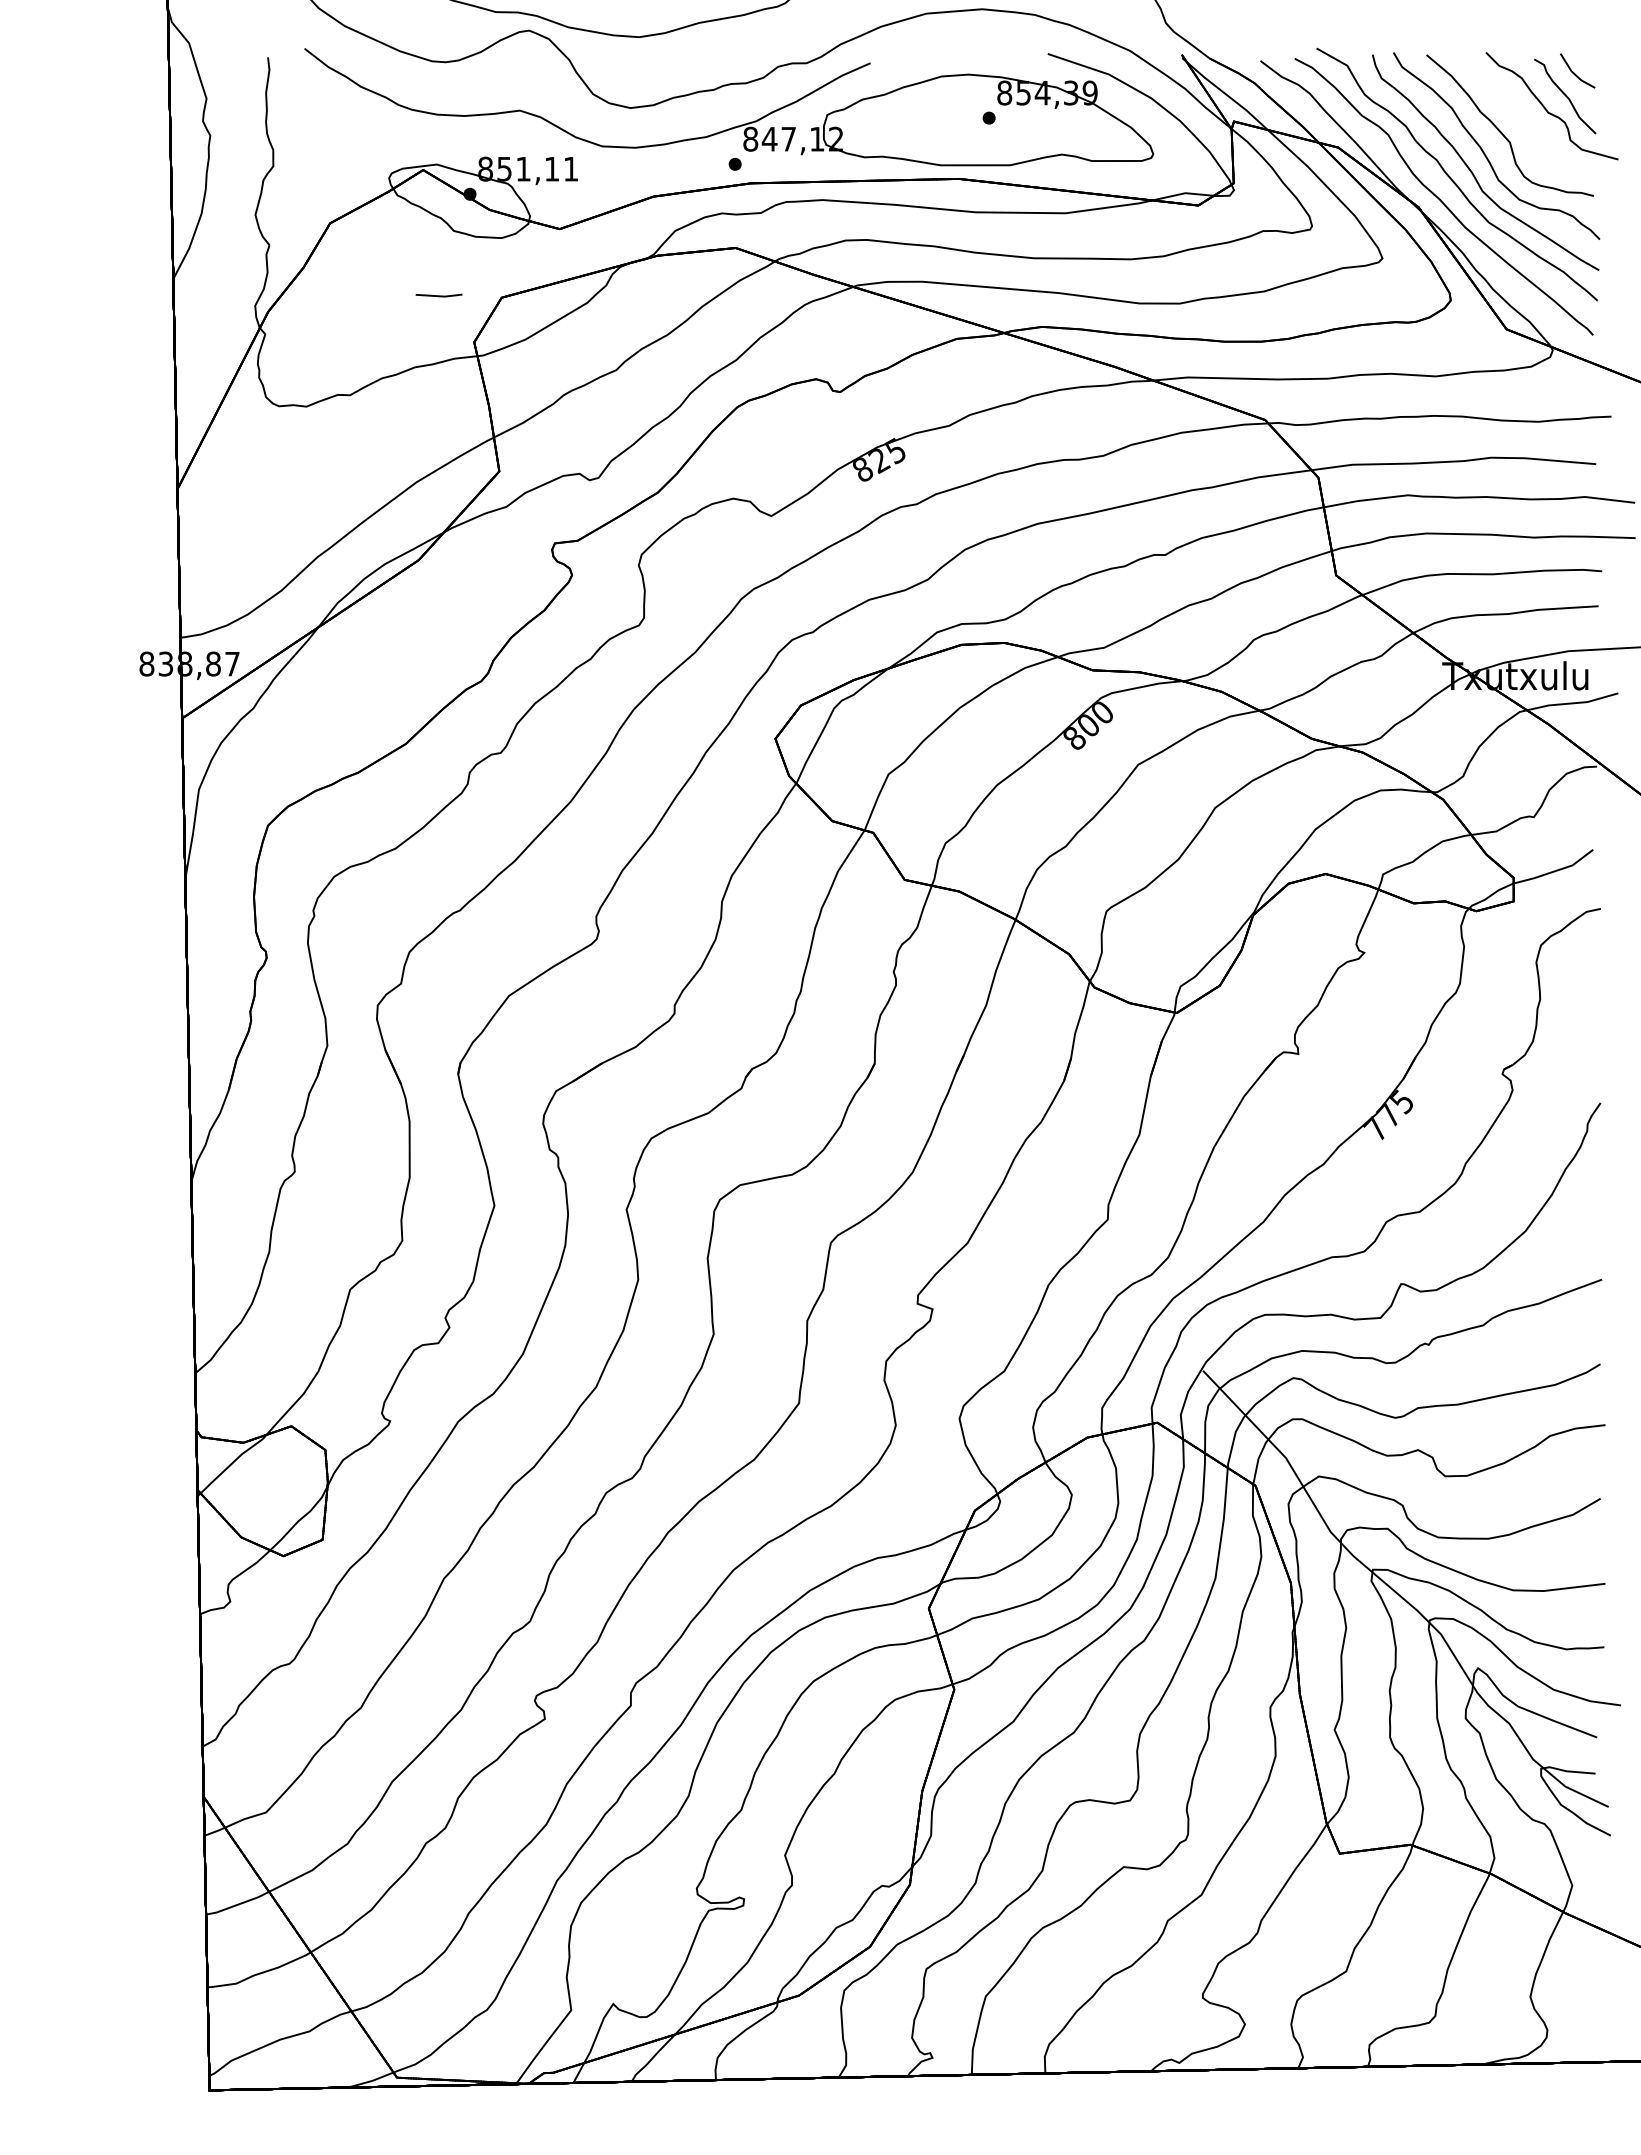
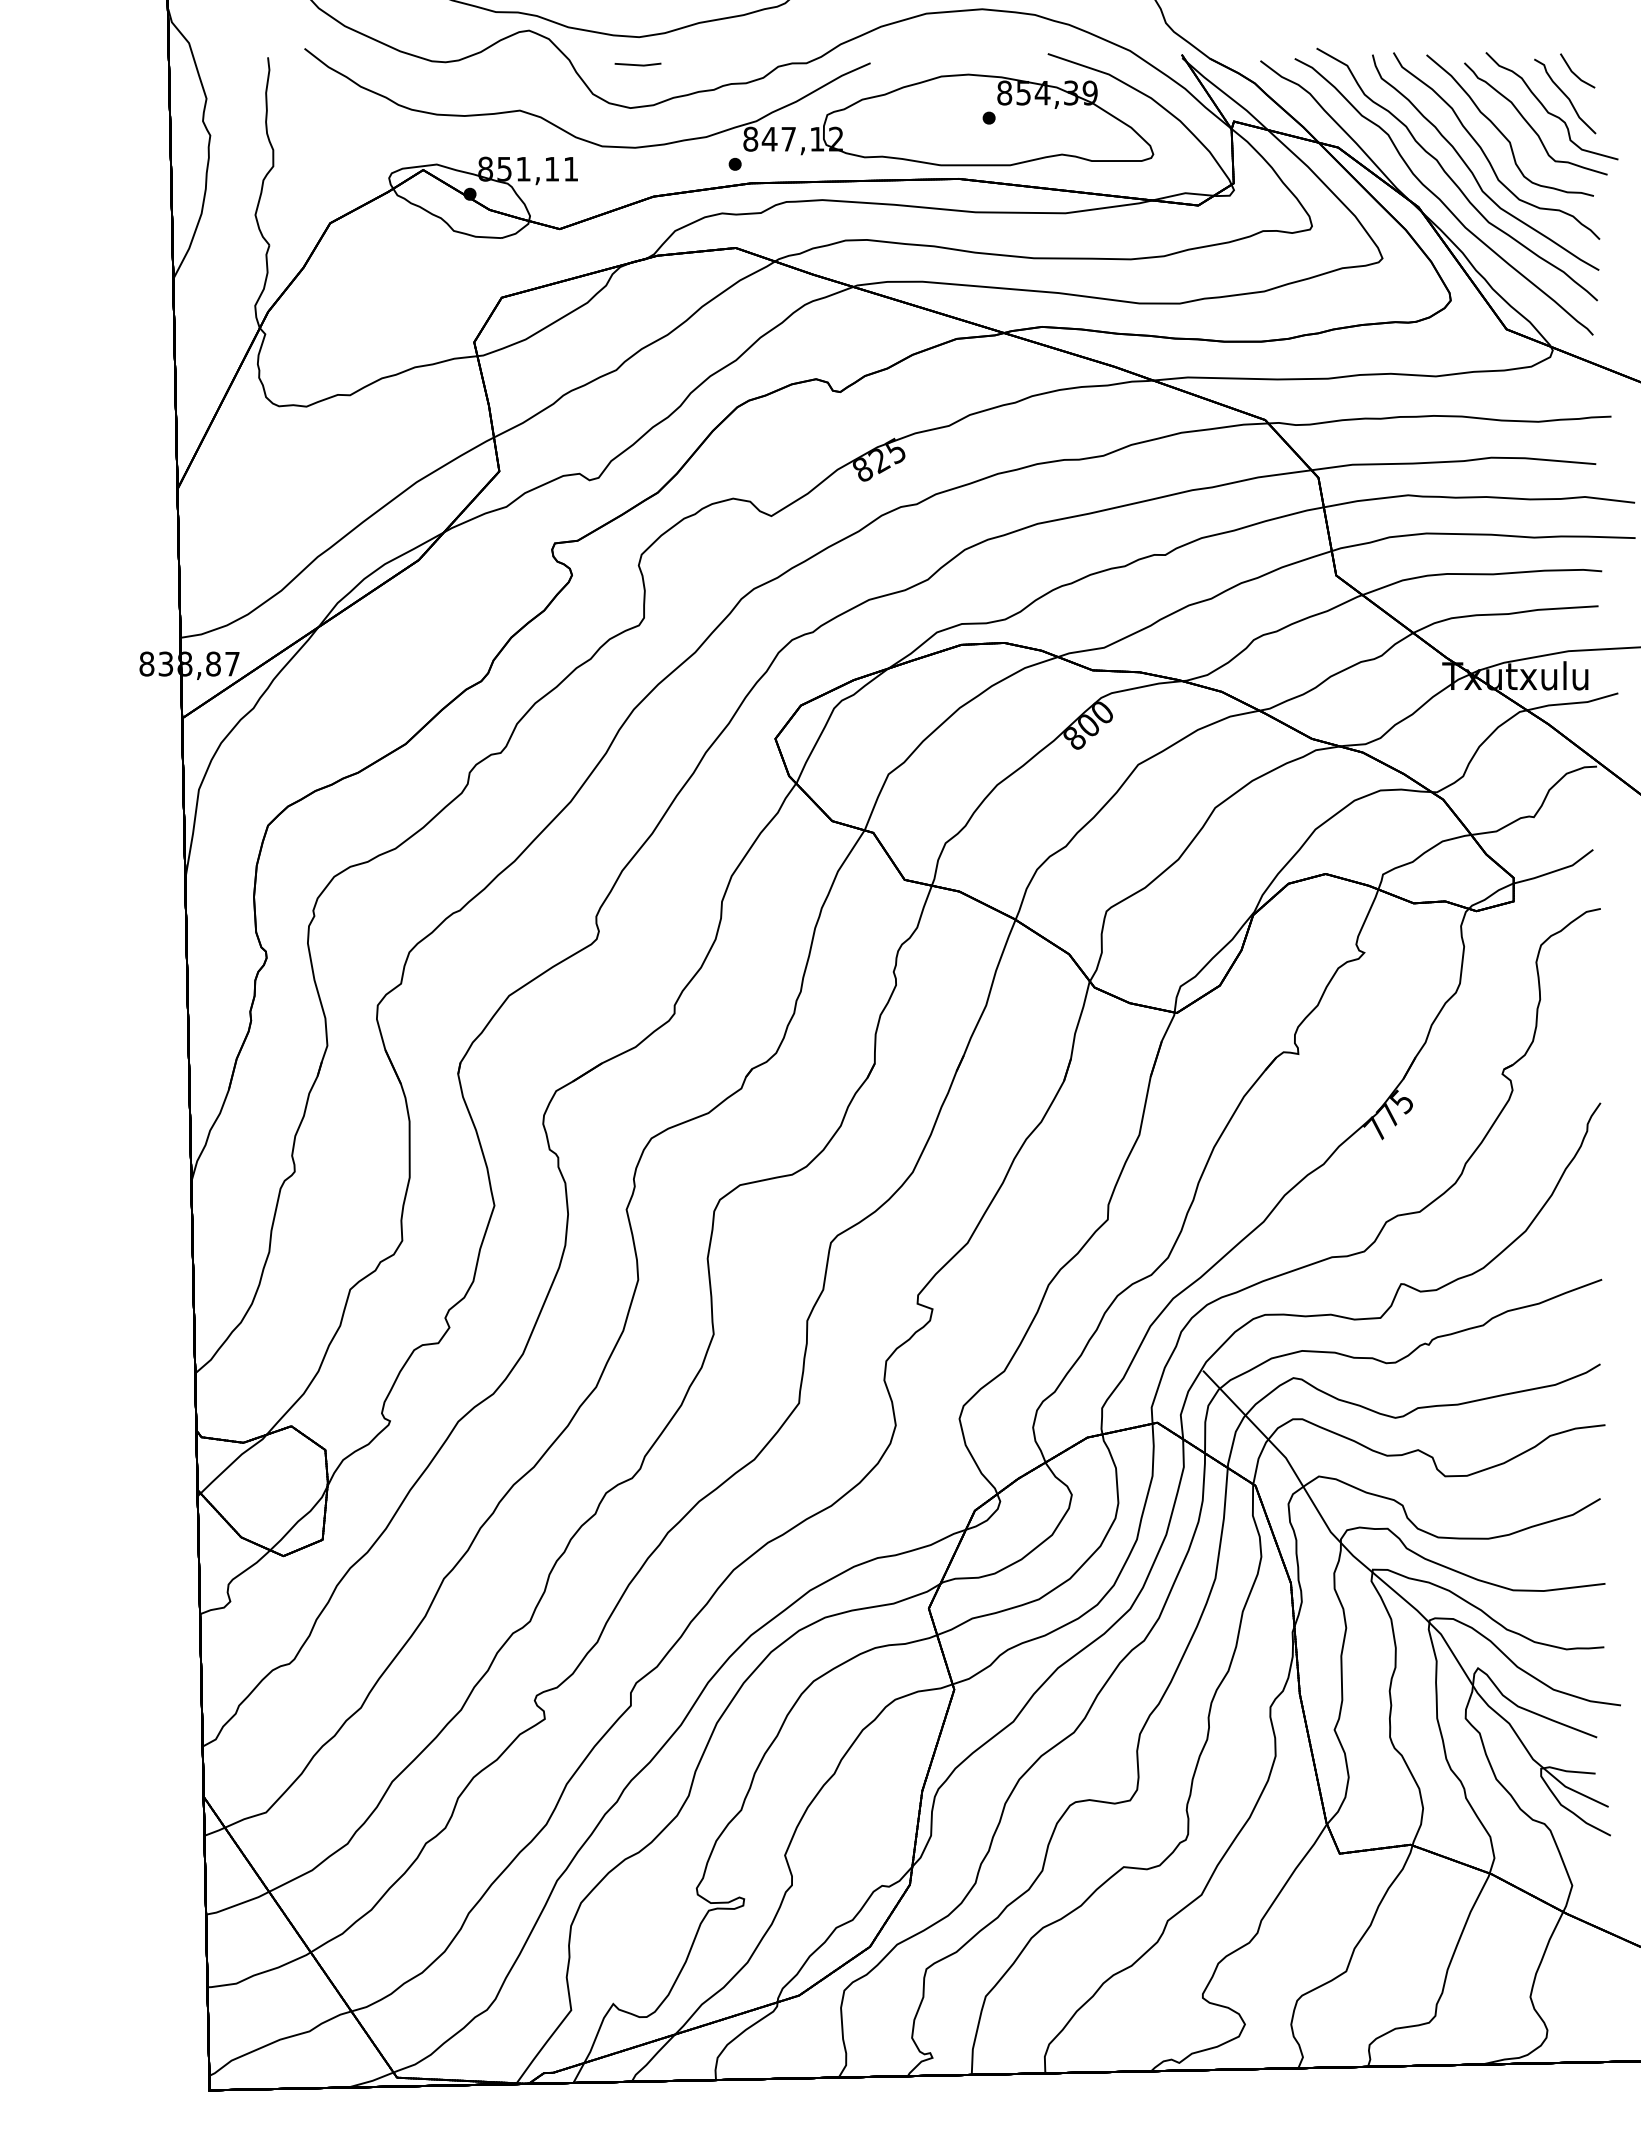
curve at (1529, 123): none -> present
line at (438, 295) position: (438, 295) -> (637, 64)
